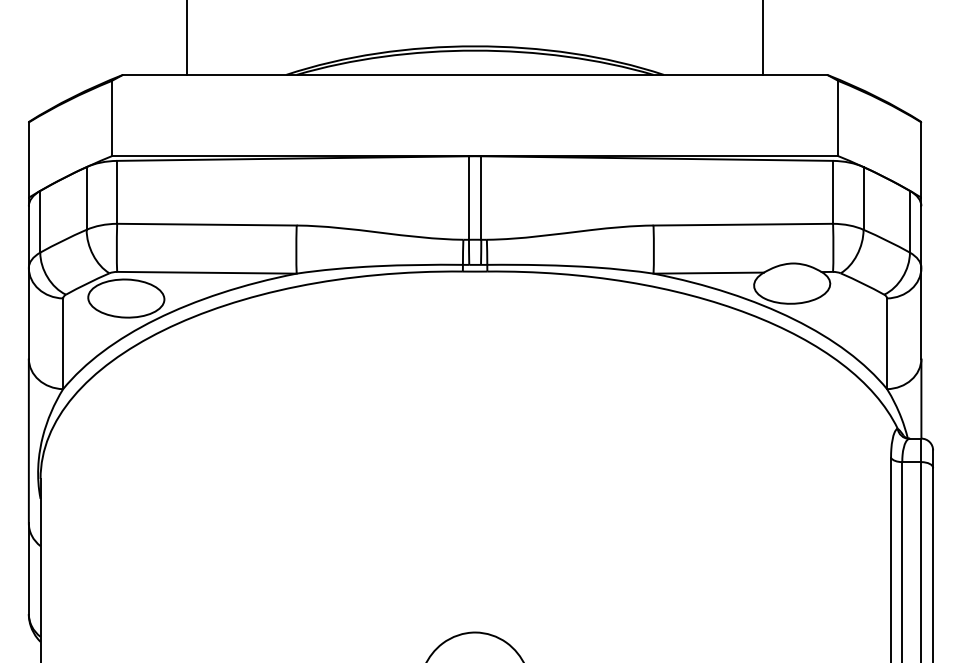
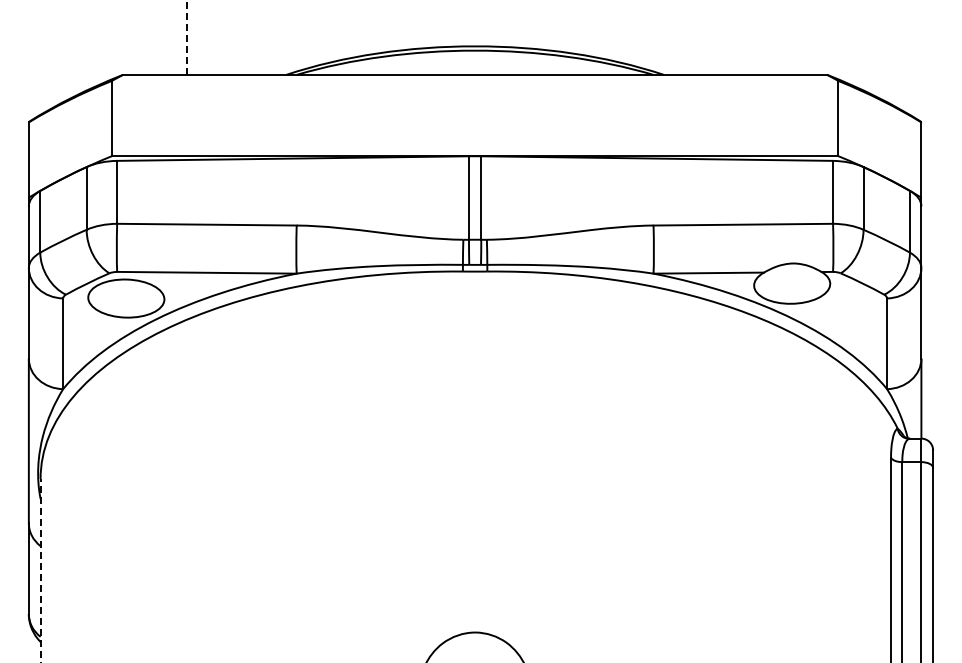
line at (187, 37): solid -> dashed
line at (762, 38): present -> none
line at (40, 570): solid -> dashed
